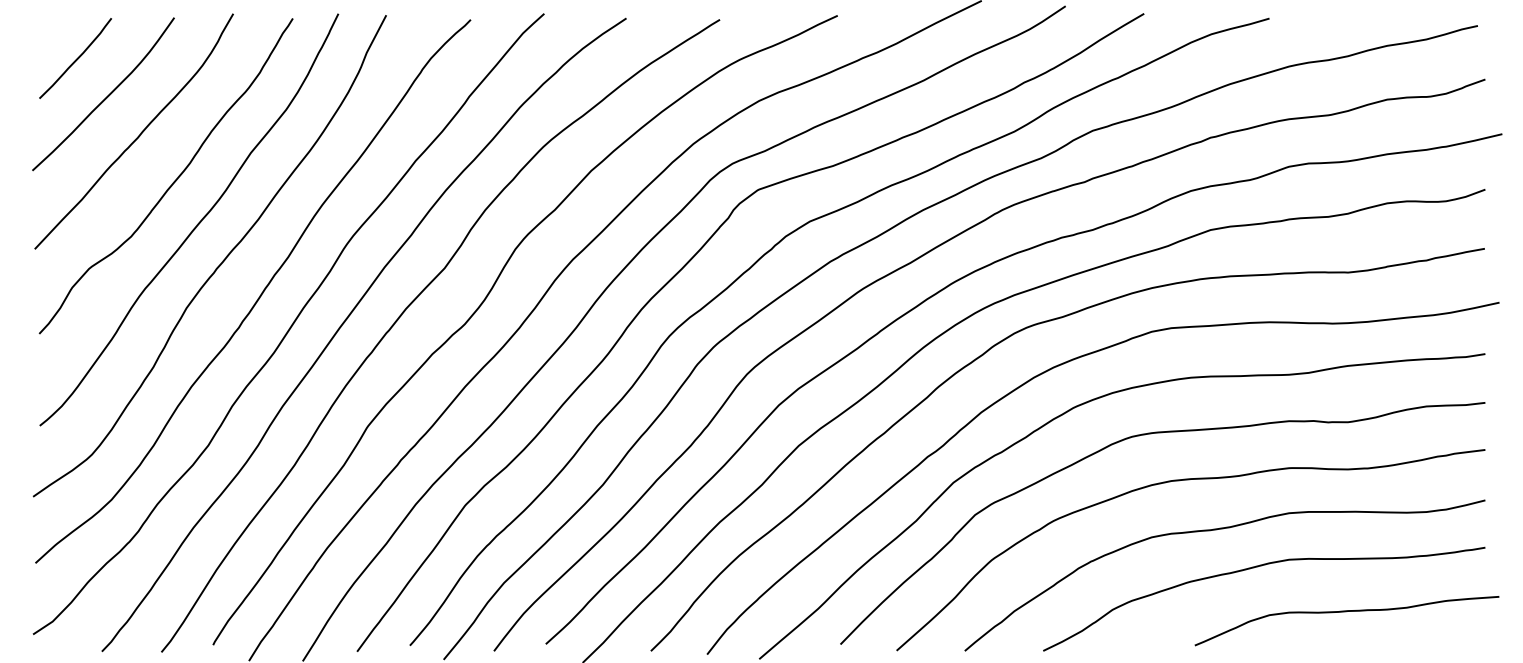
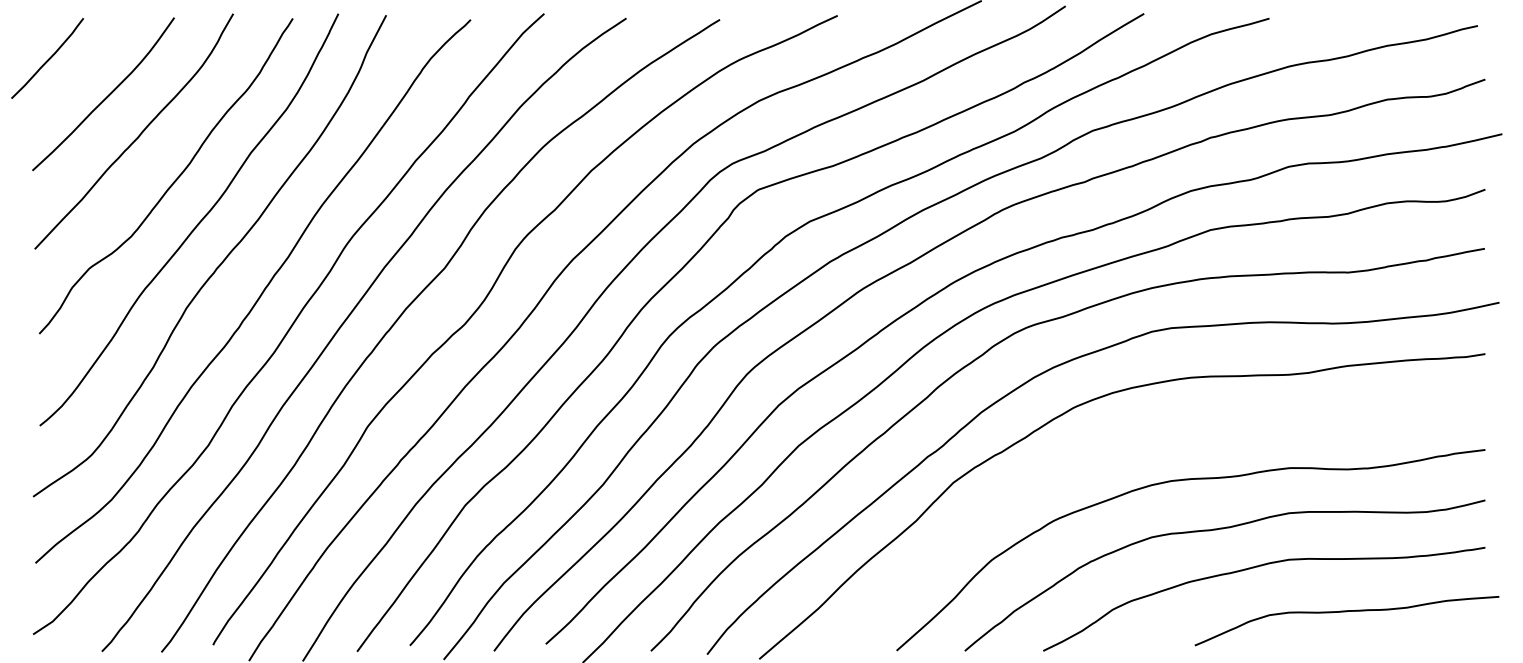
curve at (76, 58) position: (76, 58) -> (48, 58)
curve at (1145, 435): present -> none
